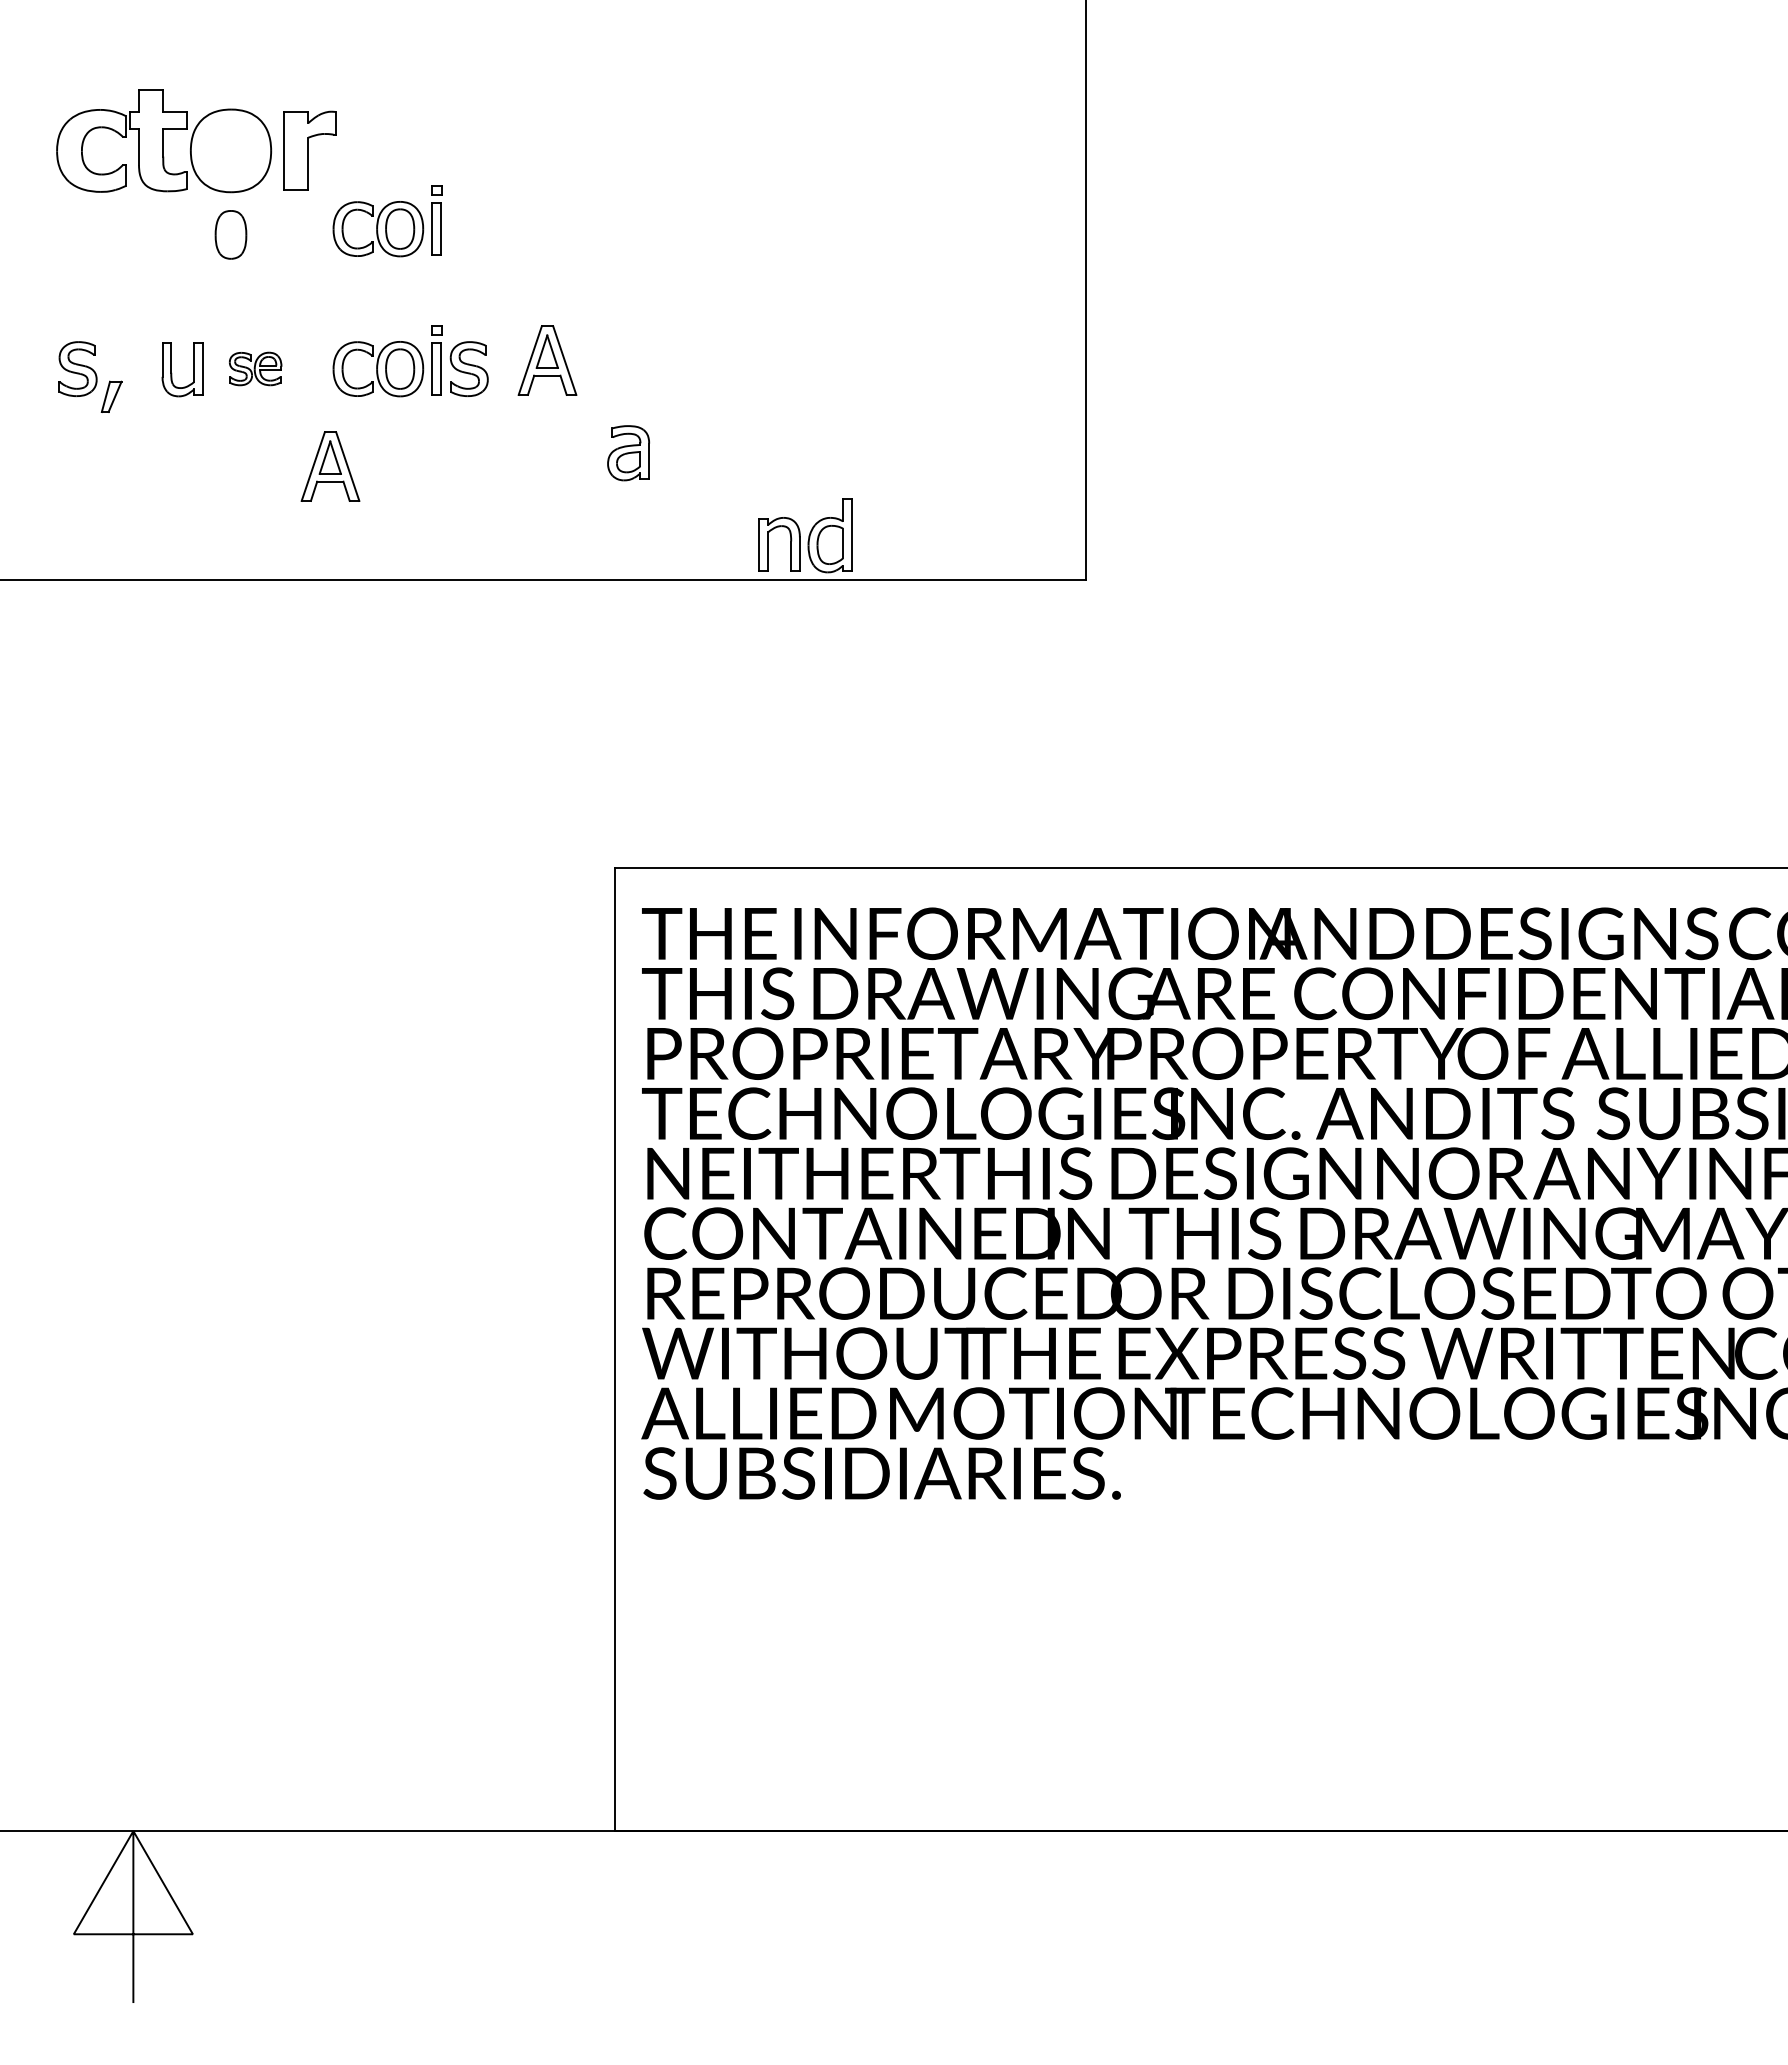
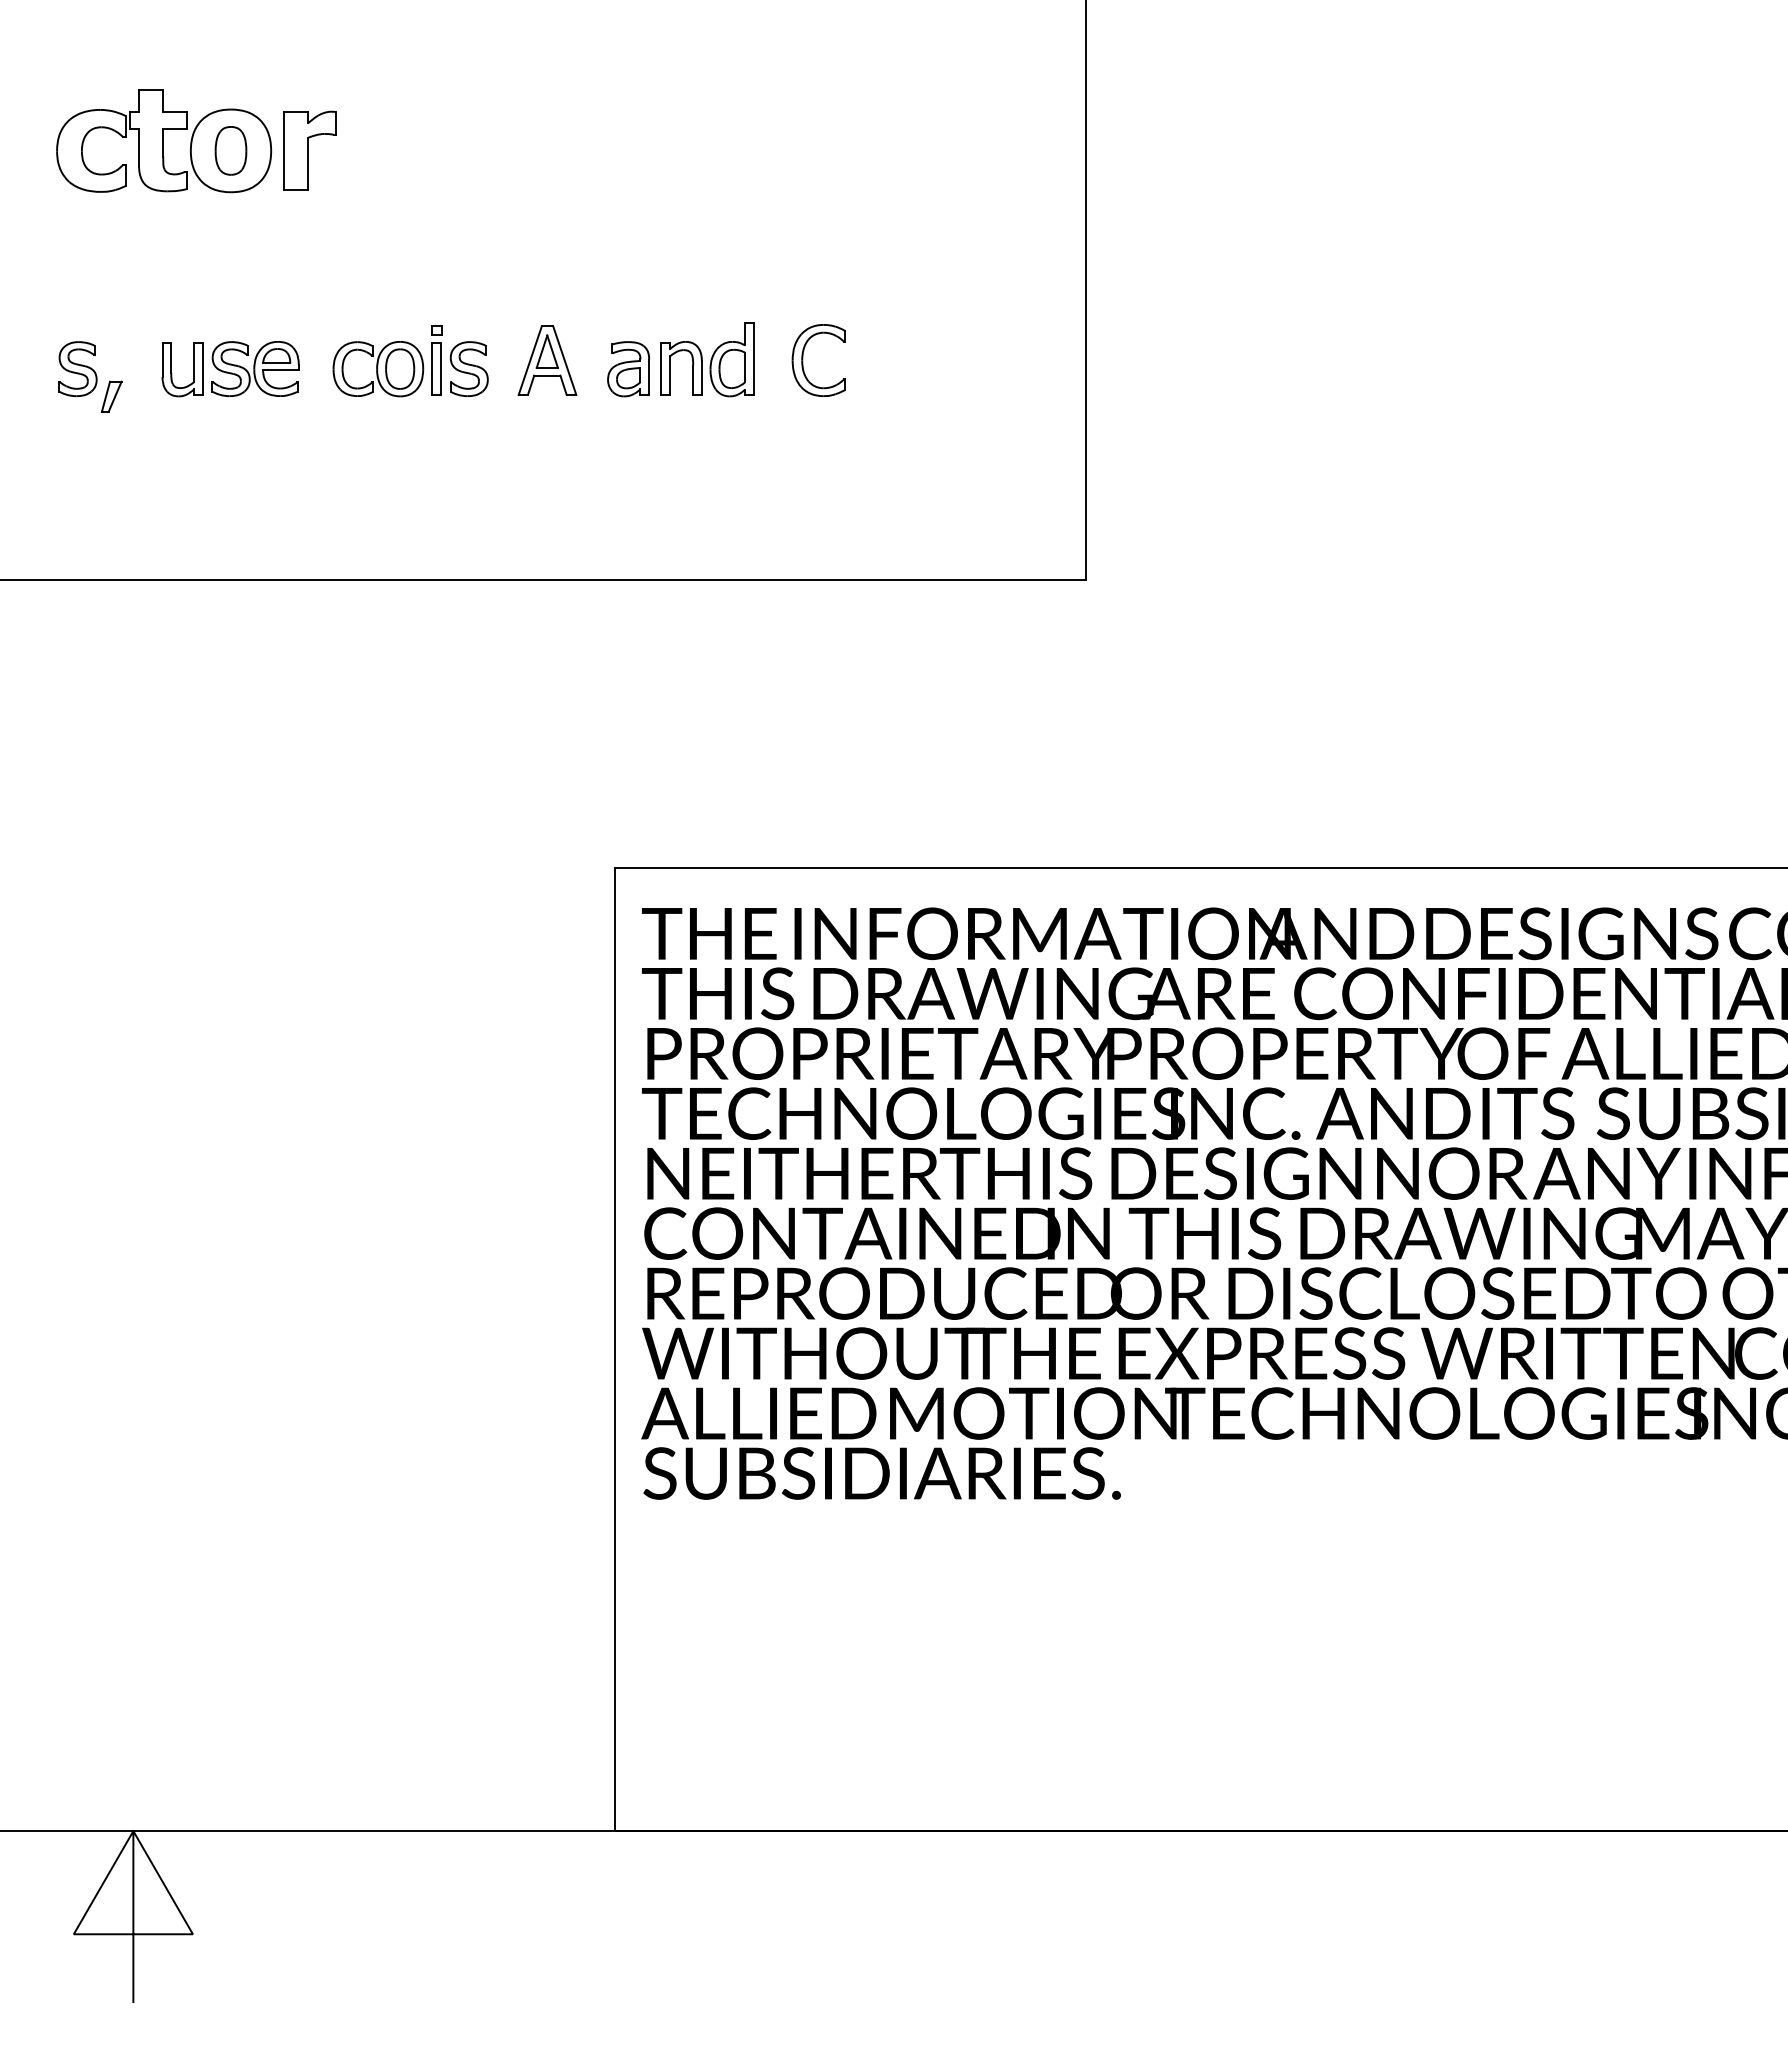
part at (387, 221): present -> none
part at (230, 234) position: (230, 234) -> (230, 150)
part at (803, 360): none -> present
part at (255, 368) size: 54x36 px -> 89x56 px
part at (628, 453) position: (628, 453) -> (628, 369)
part at (330, 466): present -> none
part at (805, 535) position: (805, 535) -> (707, 359)
